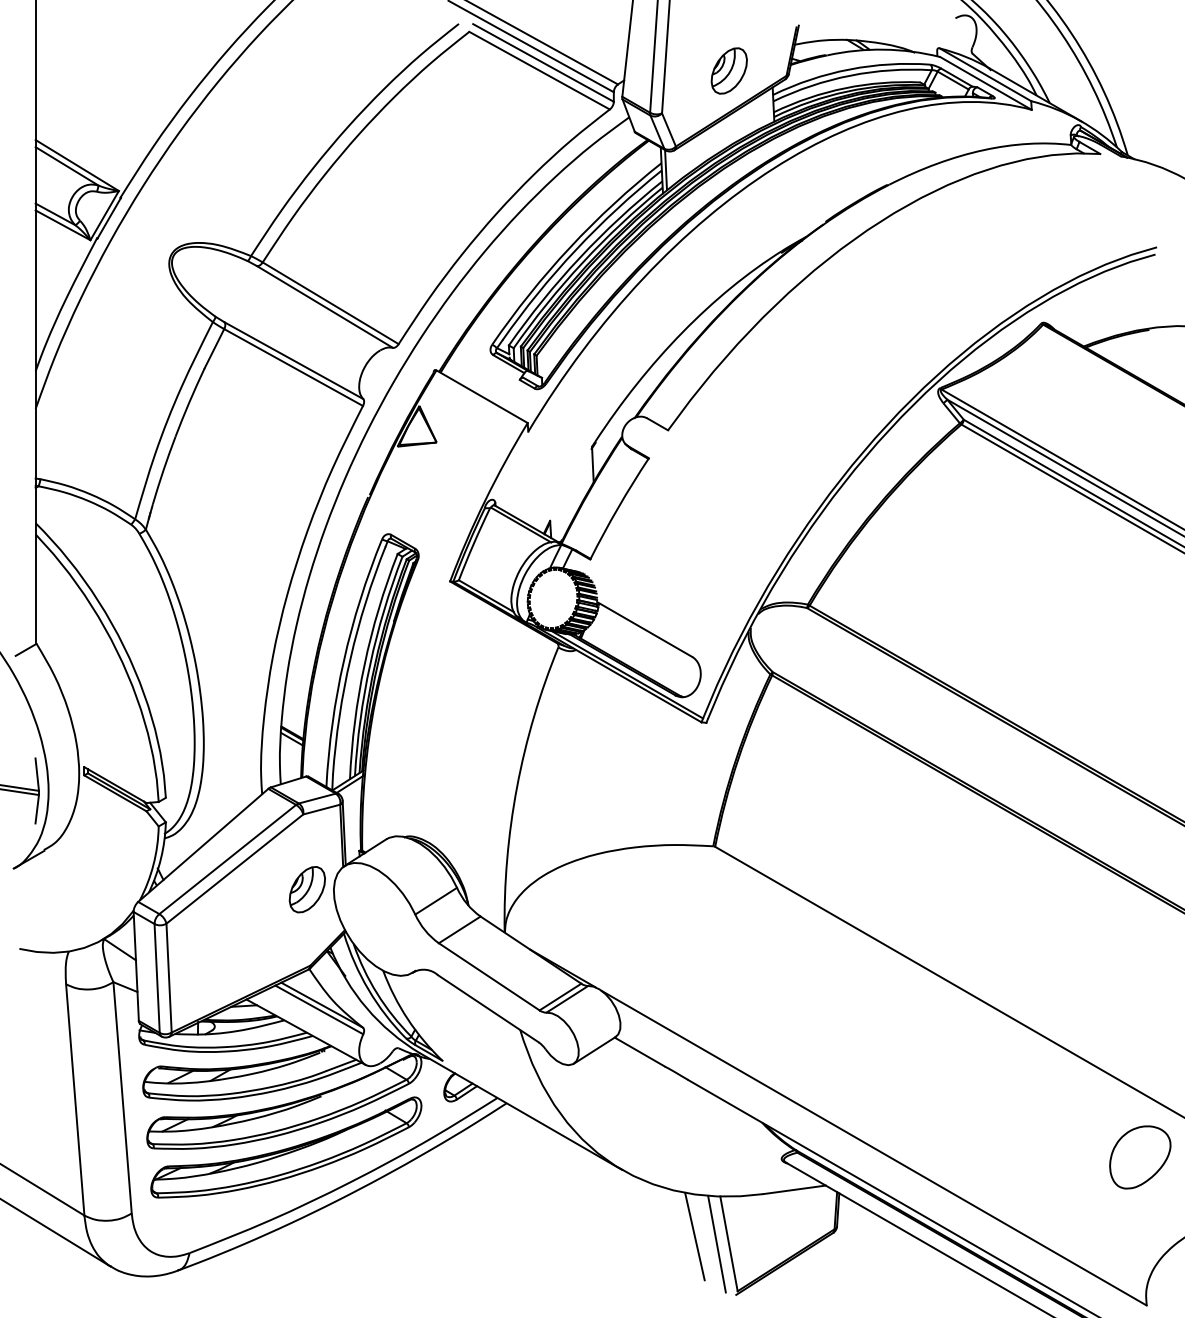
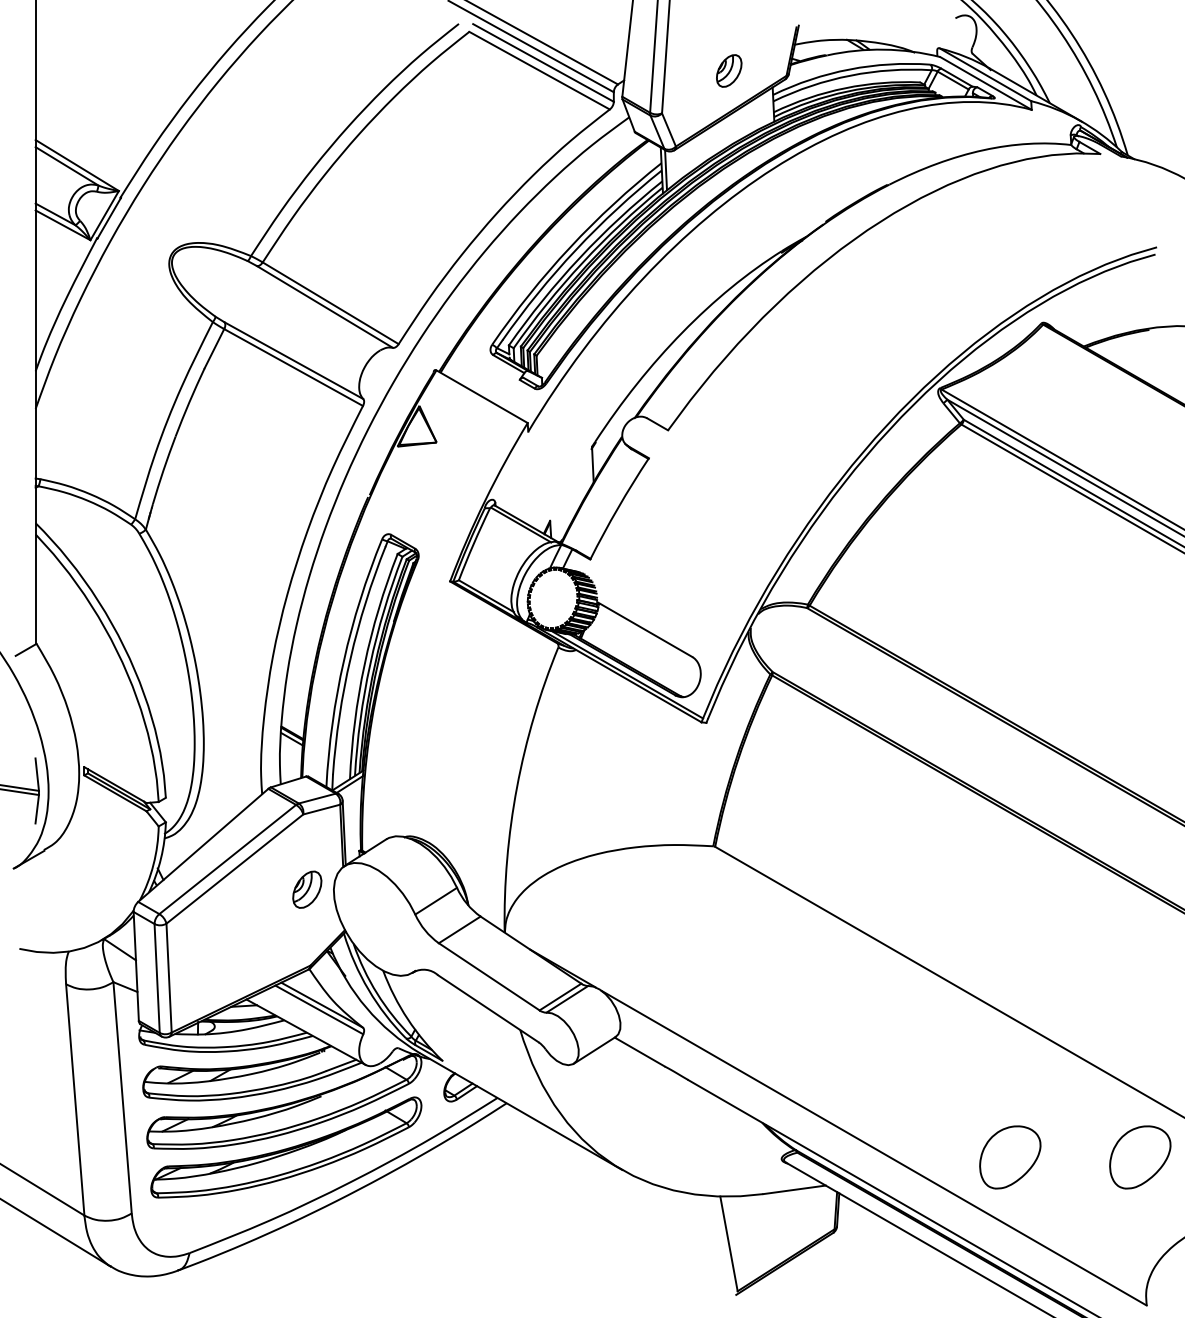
part at (728, 70) size: 38x48 px -> 27x34 px
part at (306, 889) size: 38x48 px -> 31x39 px
part at (1010, 1157): none -> present
line at (694, 1236): present -> none
line at (716, 1243): present -> none
